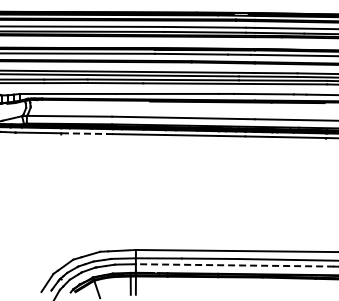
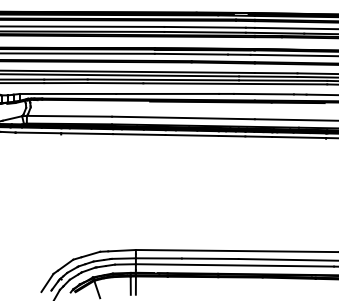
line at (87, 133): dashed -> solid
line at (234, 265): dashed -> solid
